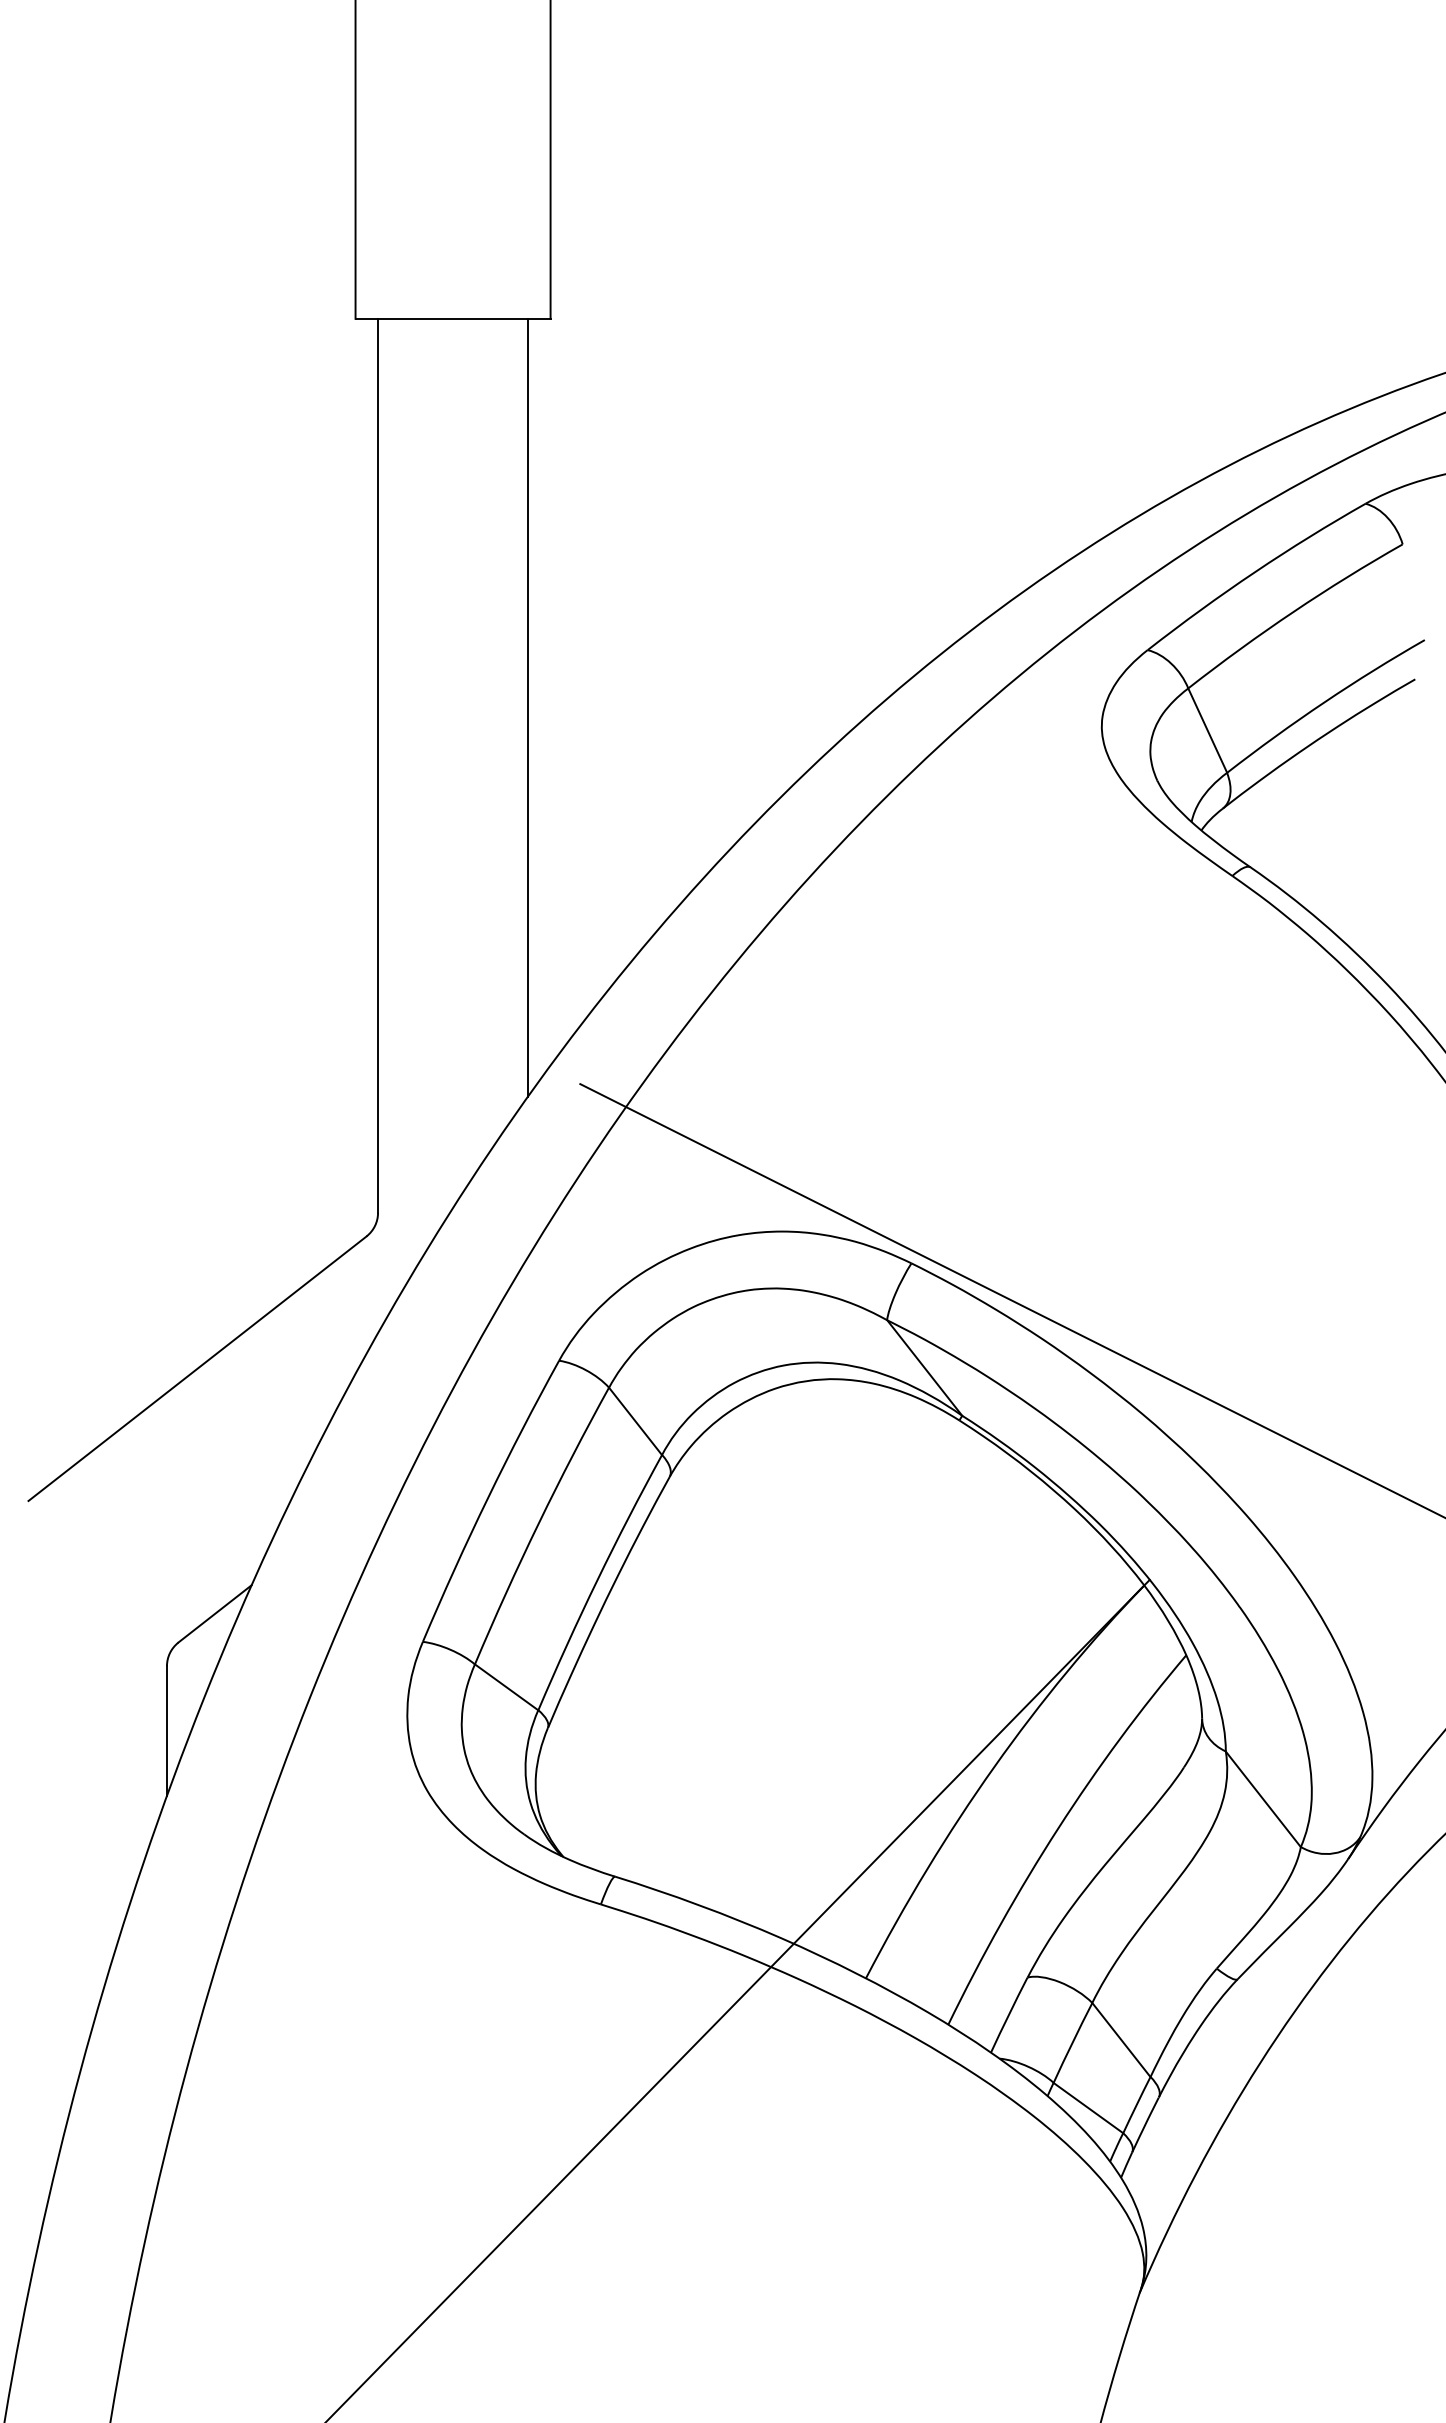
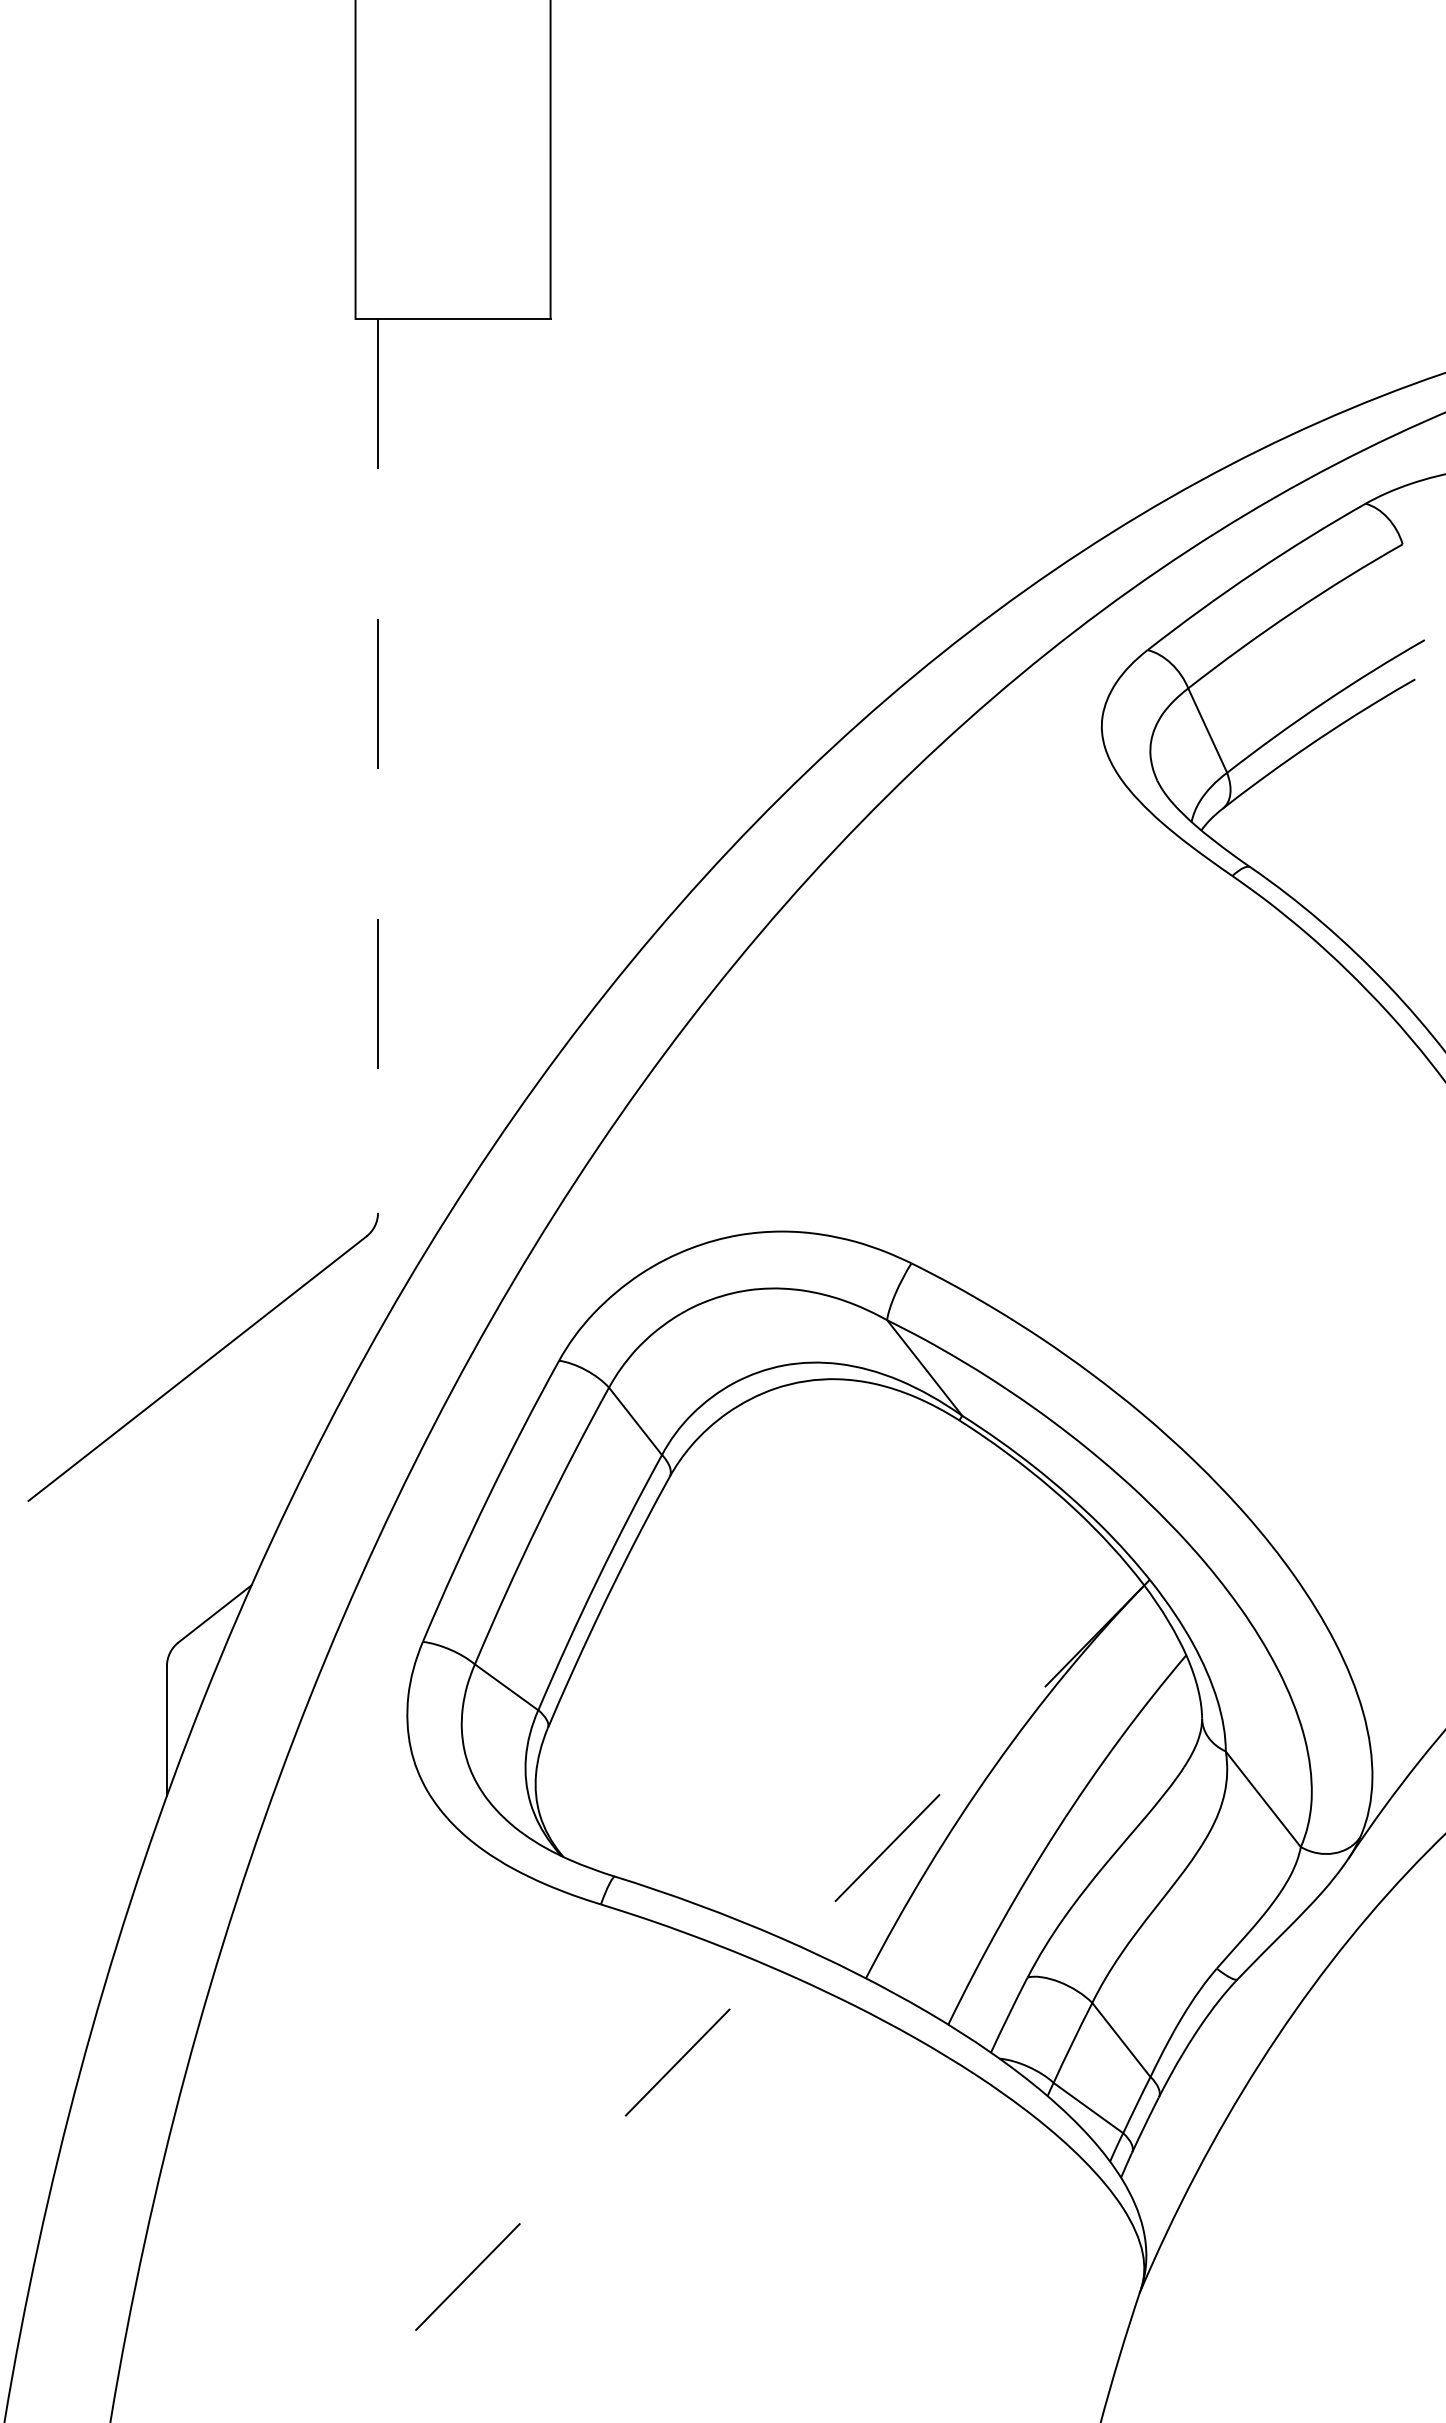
line at (528, 707): present -> none
line at (378, 765): solid -> dashed
line at (1011, 1300): present -> none
line at (737, 2001): solid -> dashed
